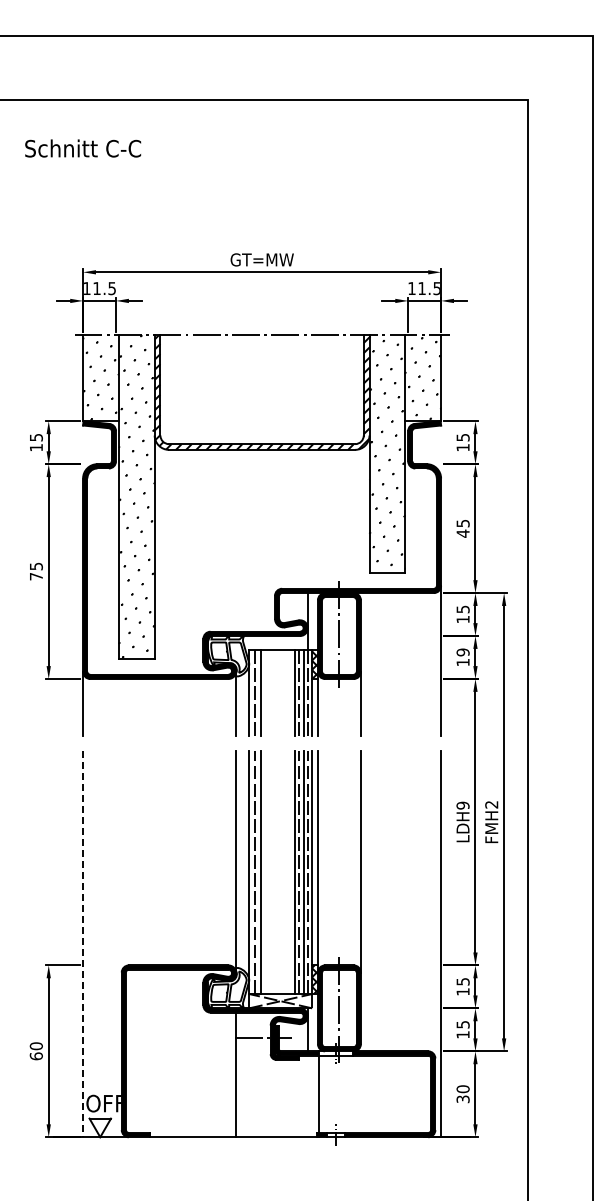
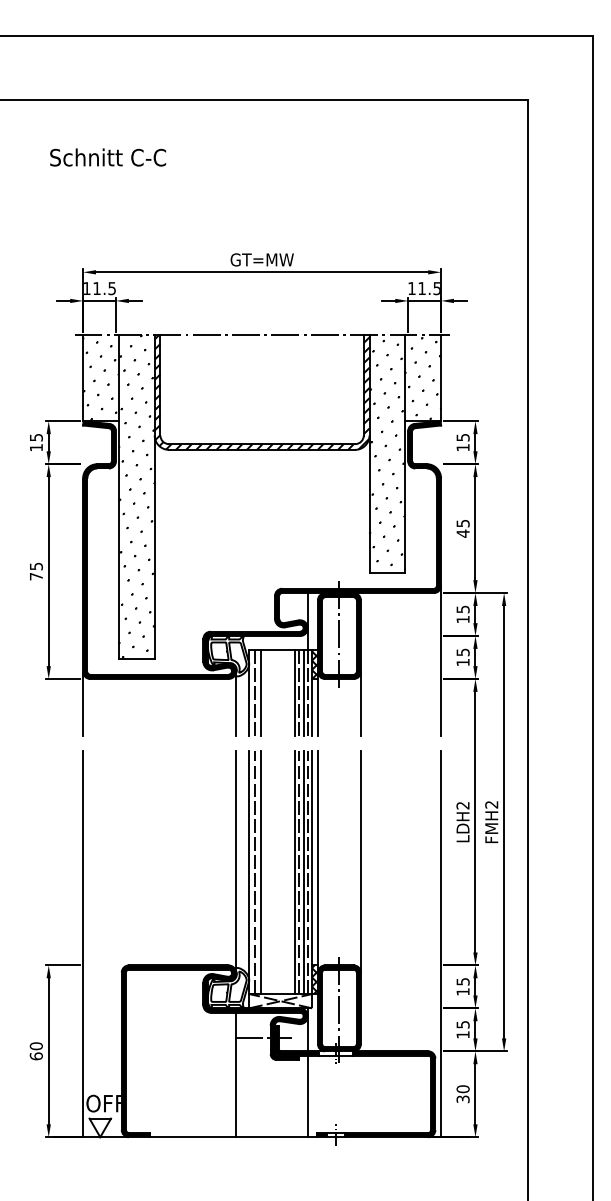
text at (83, 148) position: (83, 148) -> (108, 157)
text at (462, 652): 19 -> 15
text at (462, 805): LDH9 -> LDH2
line at (83, 944): dashed -> solid
line at (318, 1096) position: (318, 1096) -> (307, 1096)
